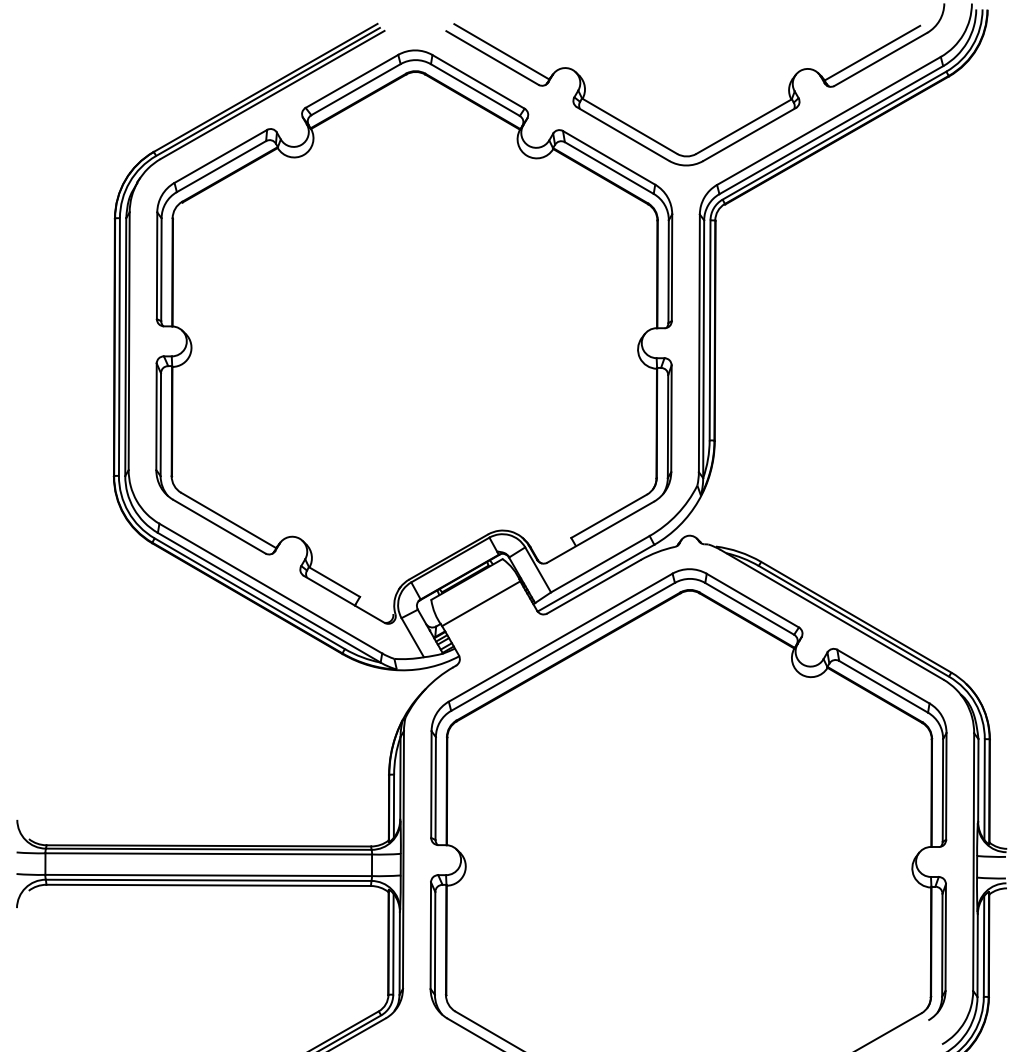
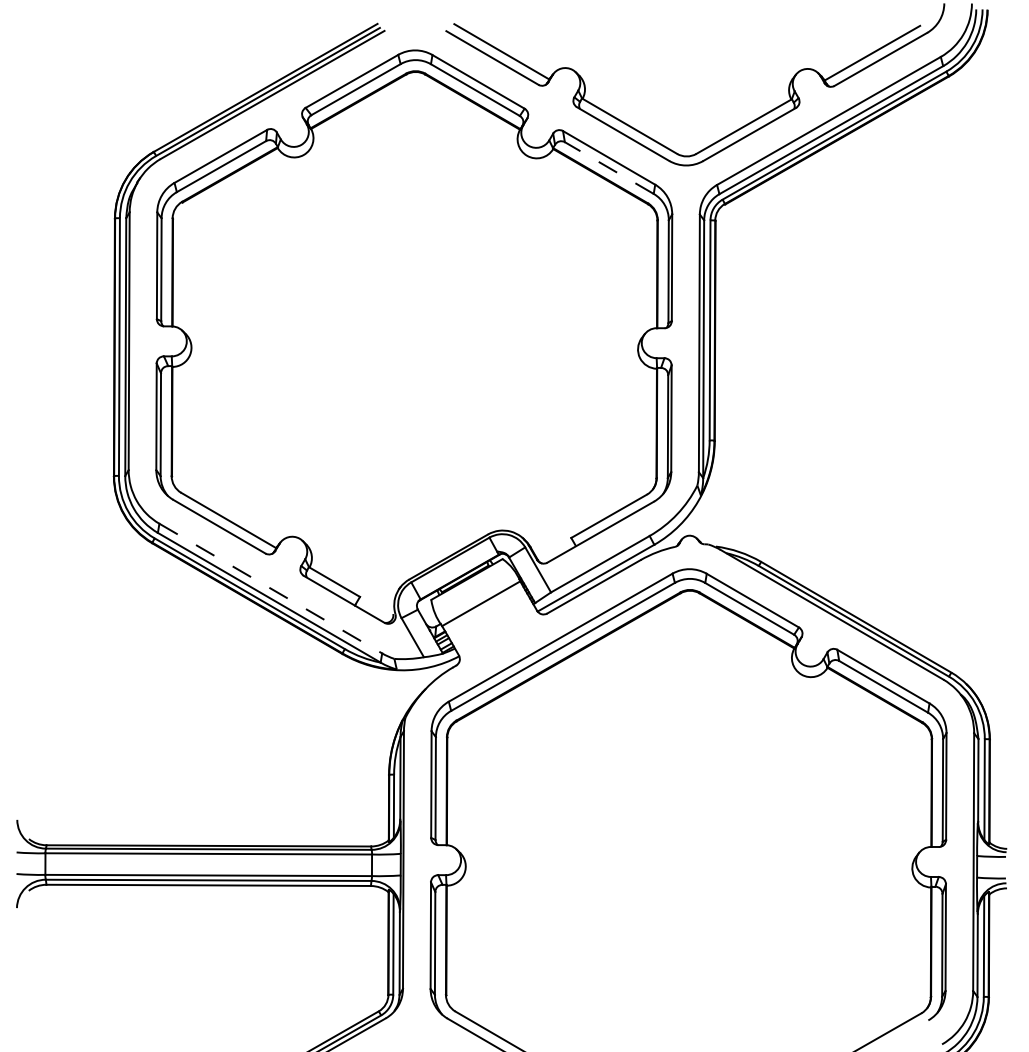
line at (608, 167): solid -> dashed
line at (270, 588): solid -> dashed
